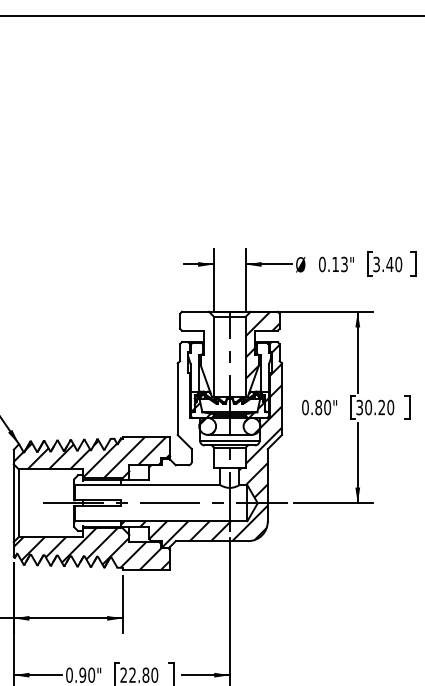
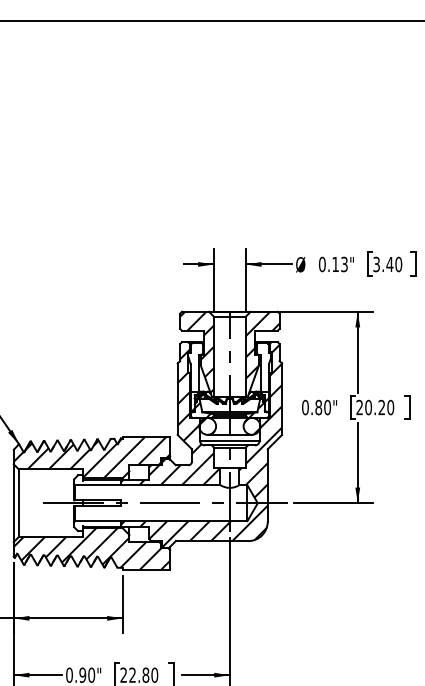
line at (211, 15) position: (211, 15) -> (211, 20)
hatch at (196, 351): none -> present
text at (359, 407): 30.20 -> 20.20
hatch at (170, 417): none -> present
